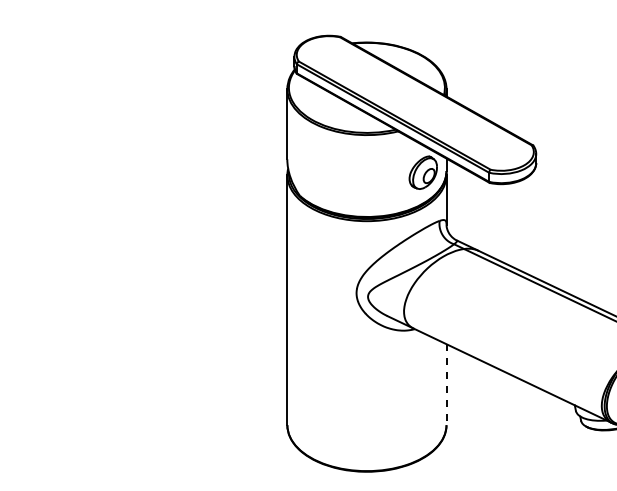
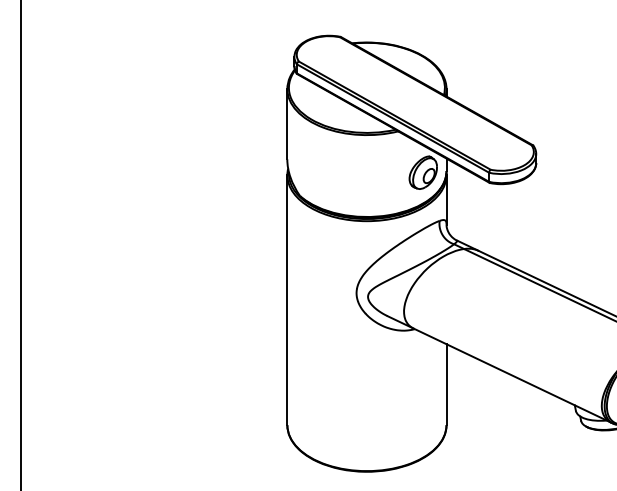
line at (20, 244): none -> present
line at (446, 385): dashed -> solid
